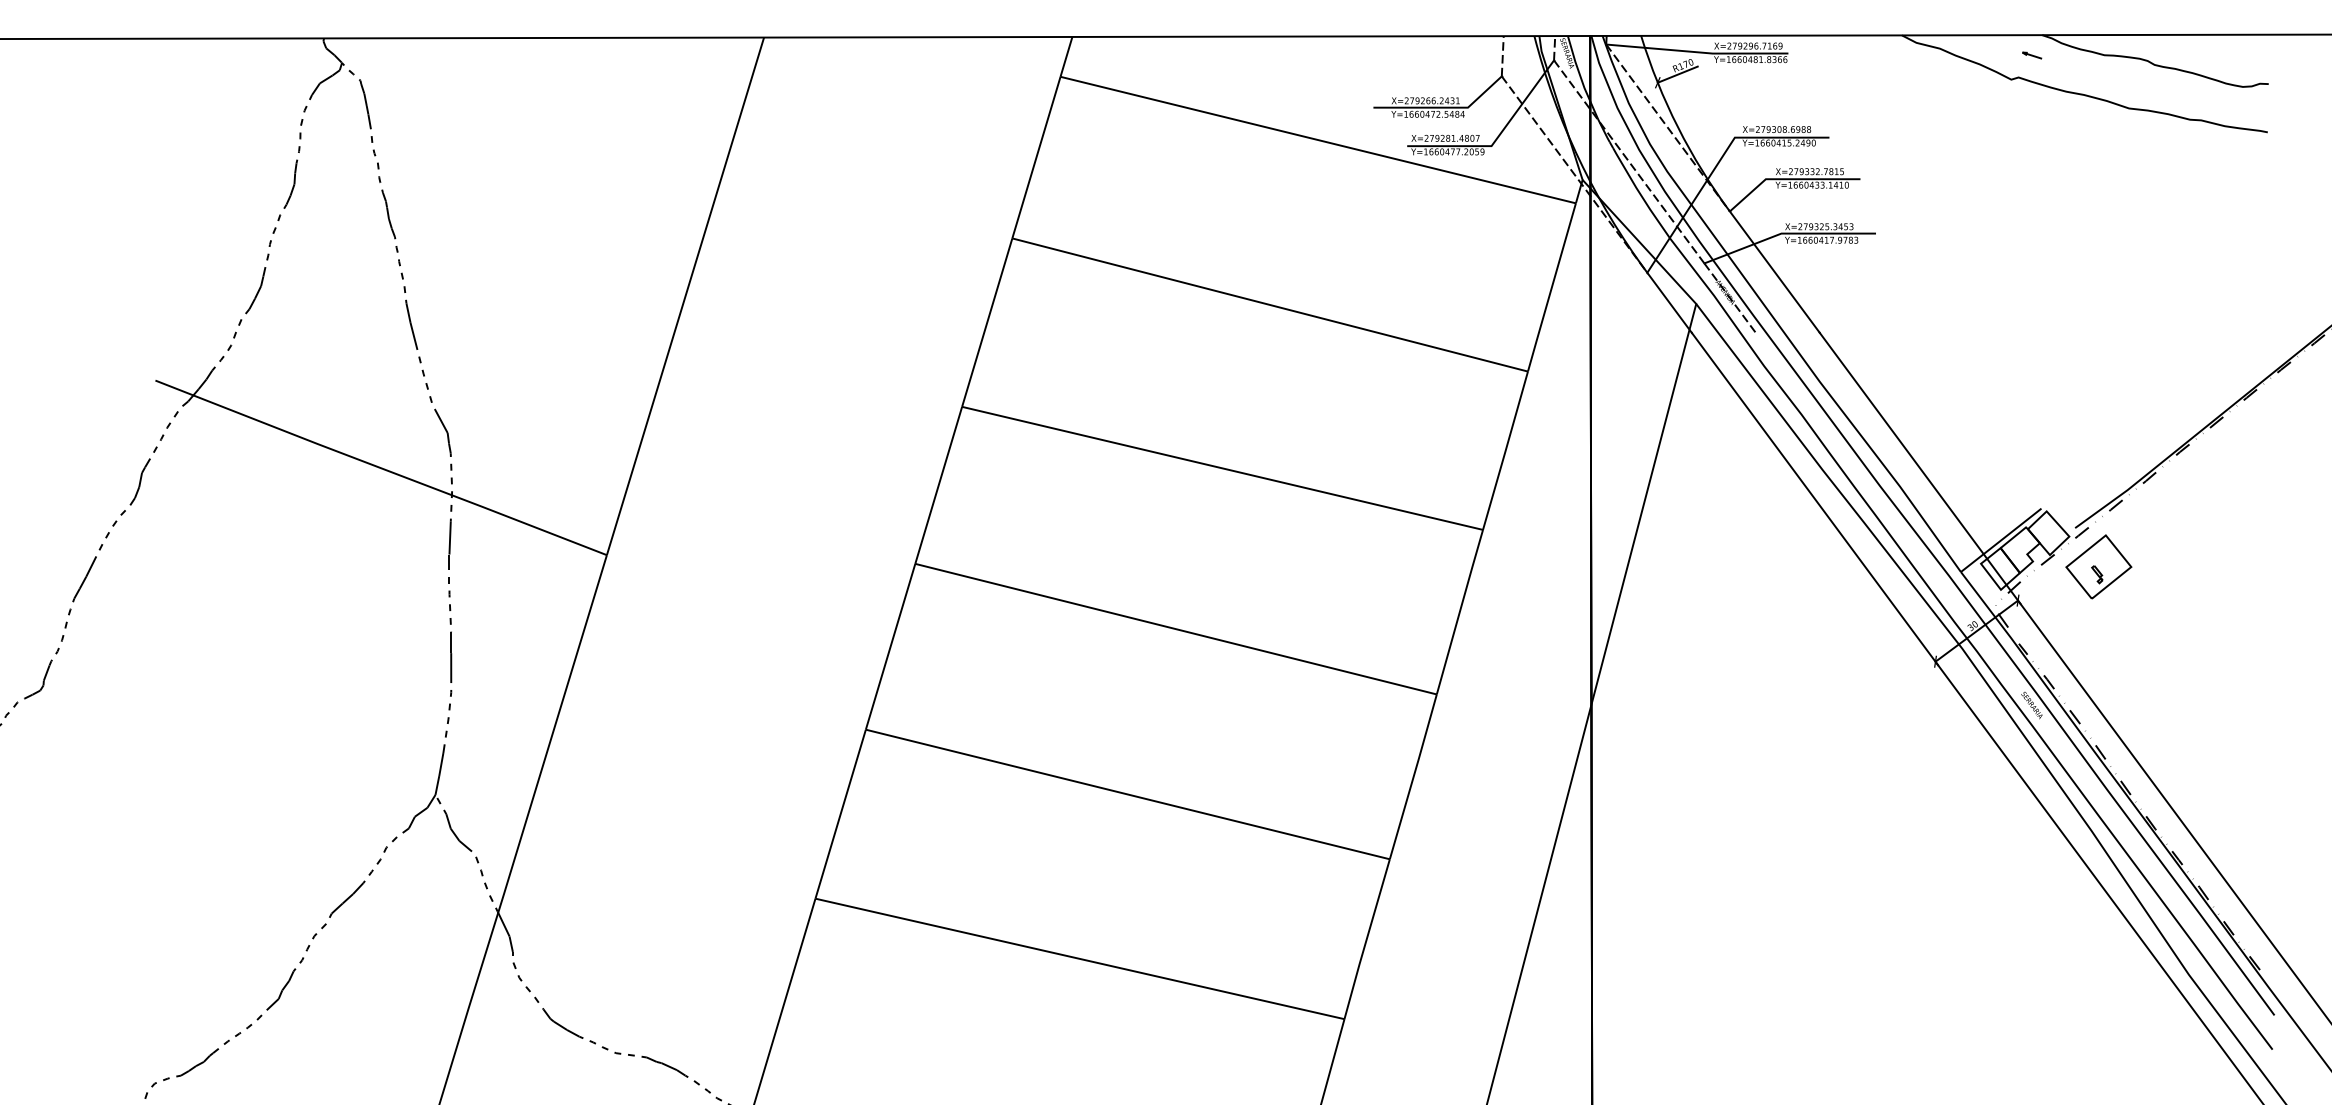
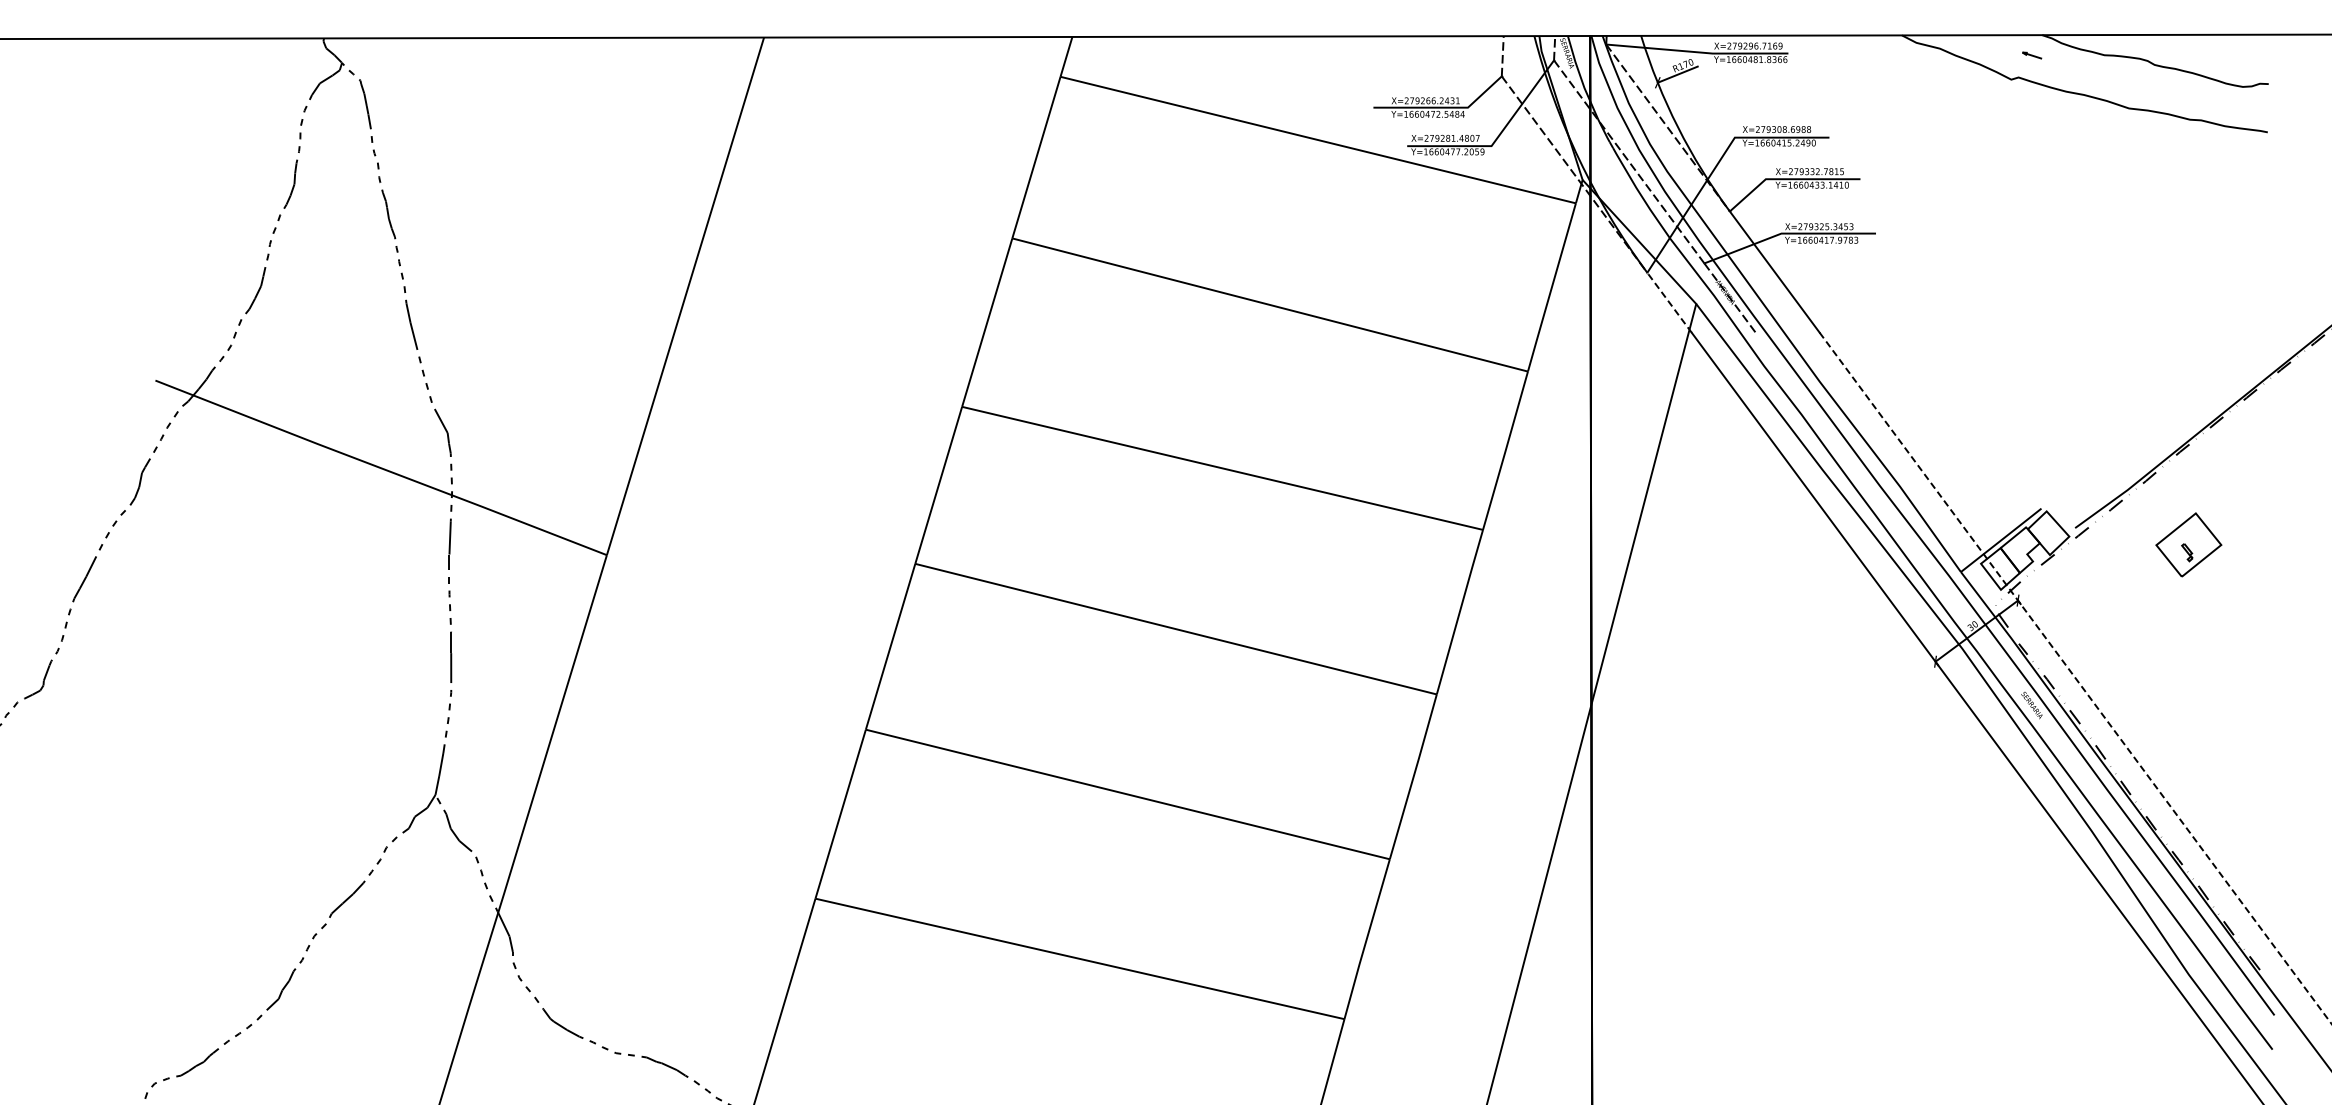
line at (1669, 302): solid -> dashed
part at (2098, 566) position: (2098, 566) -> (2188, 544)
line at (2075, 678): solid -> dashed
